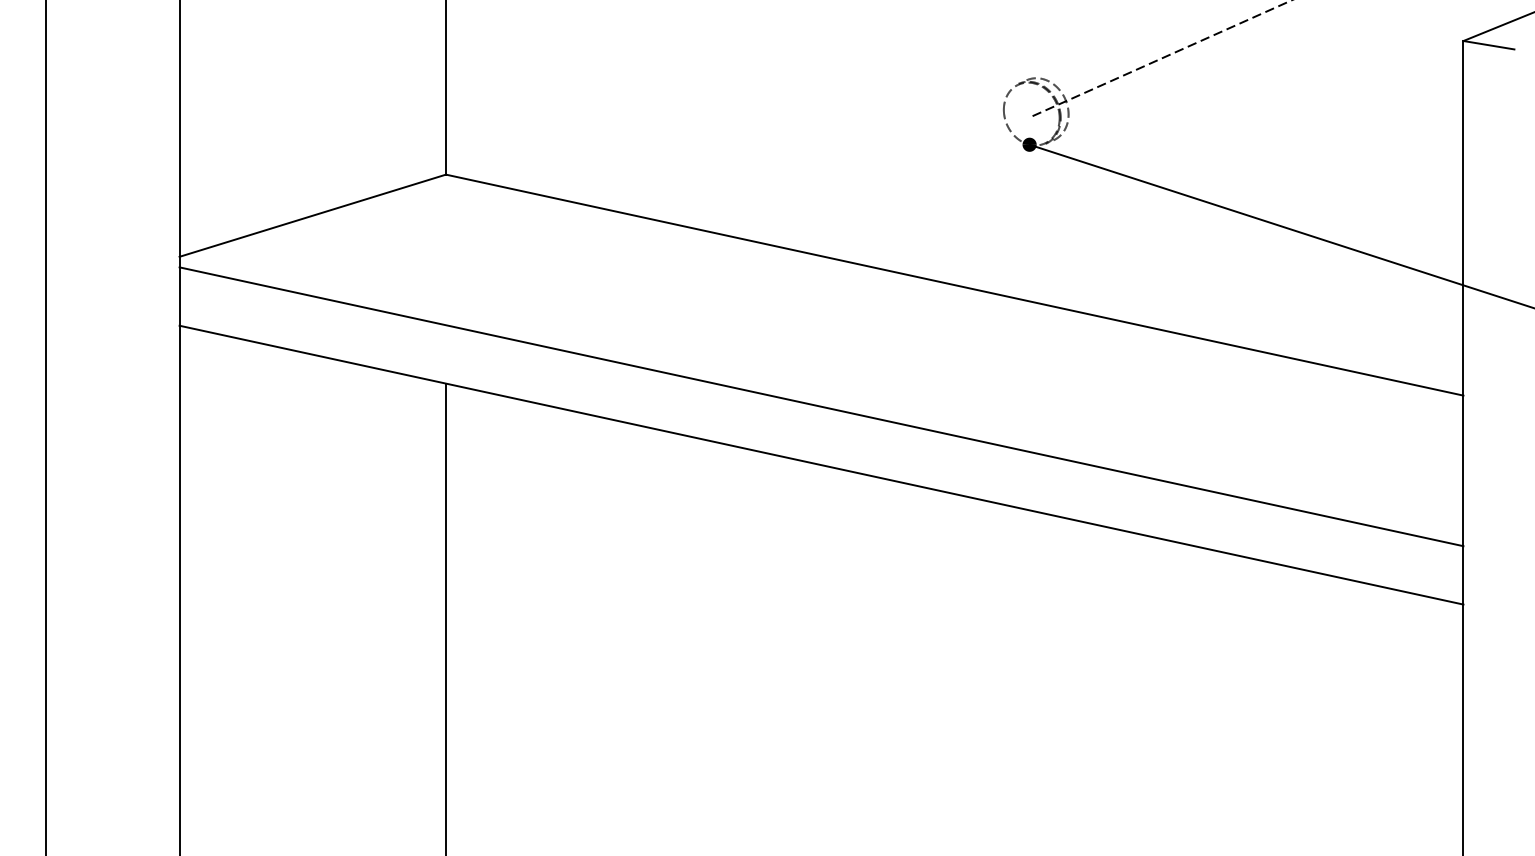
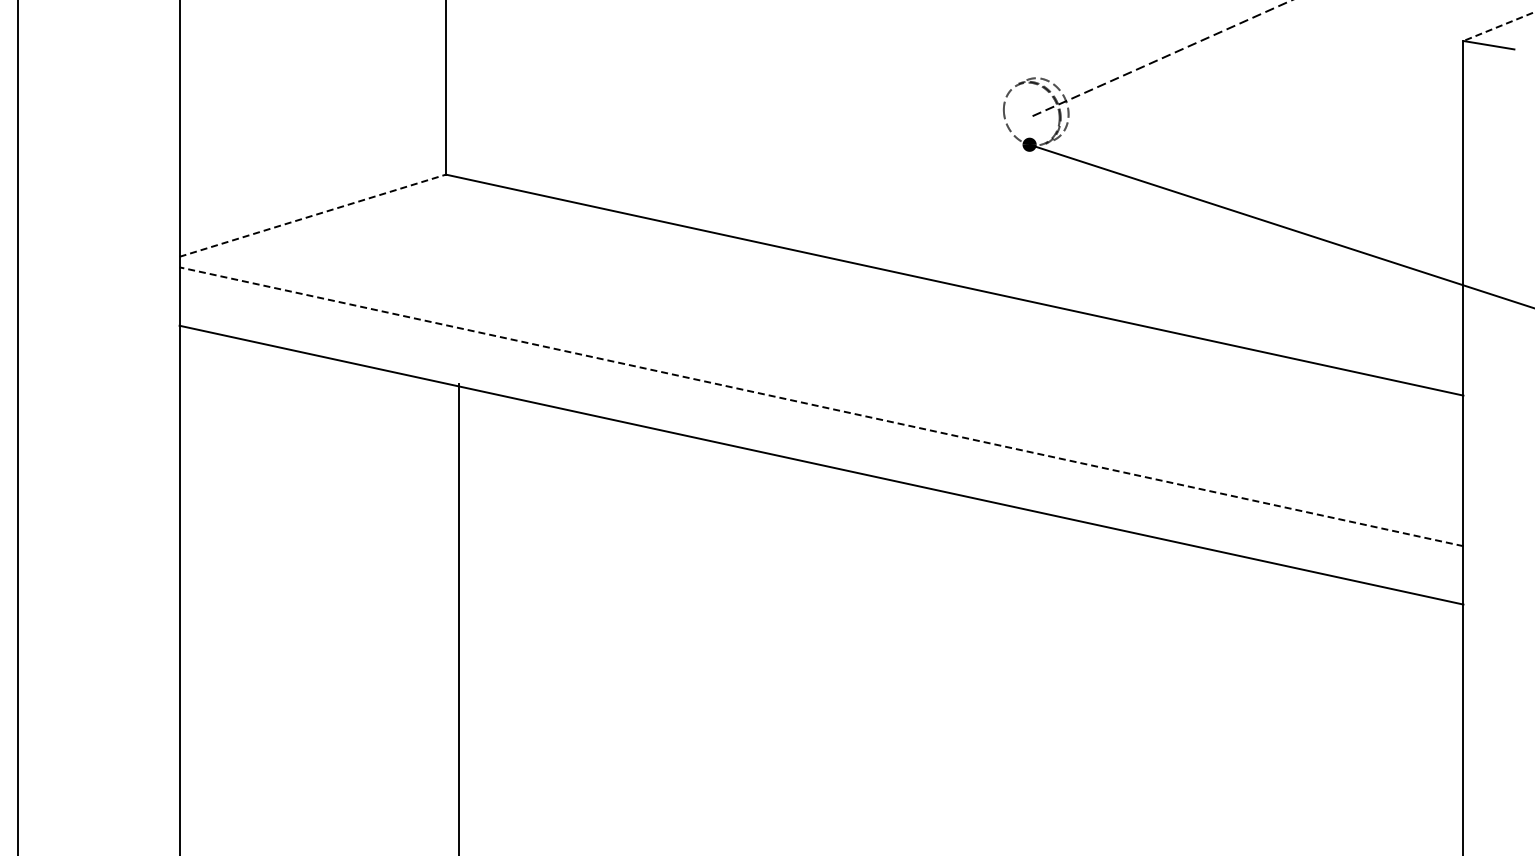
line at (1498, 26): solid -> dashed
line at (313, 215): solid -> dashed
line at (821, 406): solid -> dashed
line at (46, 427) position: (46, 427) -> (18, 427)
line at (446, 617) position: (446, 617) -> (459, 617)
